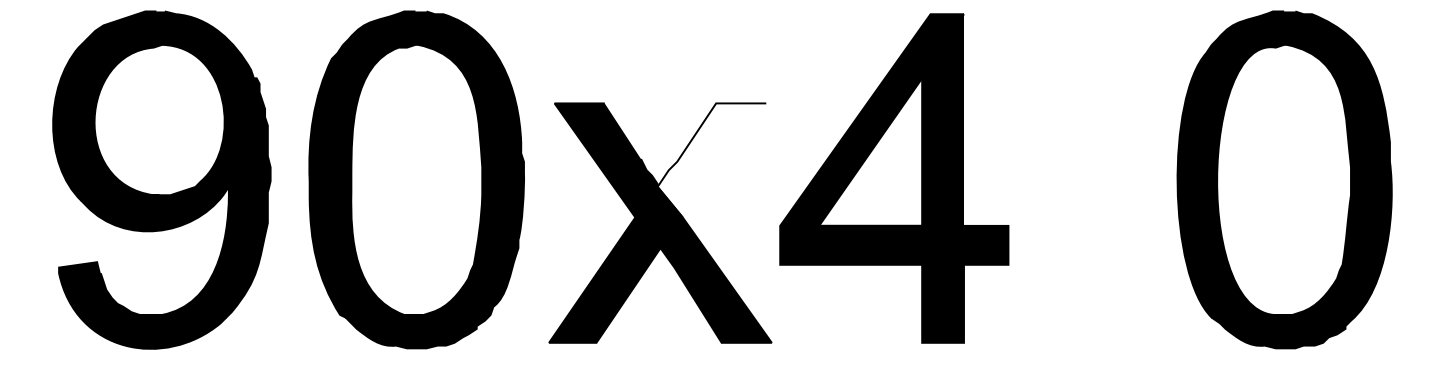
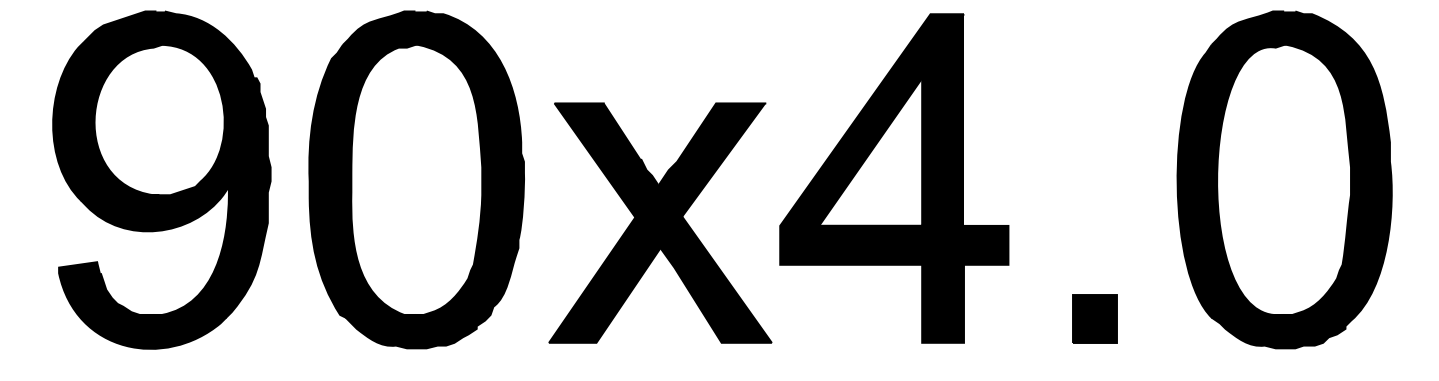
fill at (711, 160): none -> present
part at (1094, 318): none -> present
